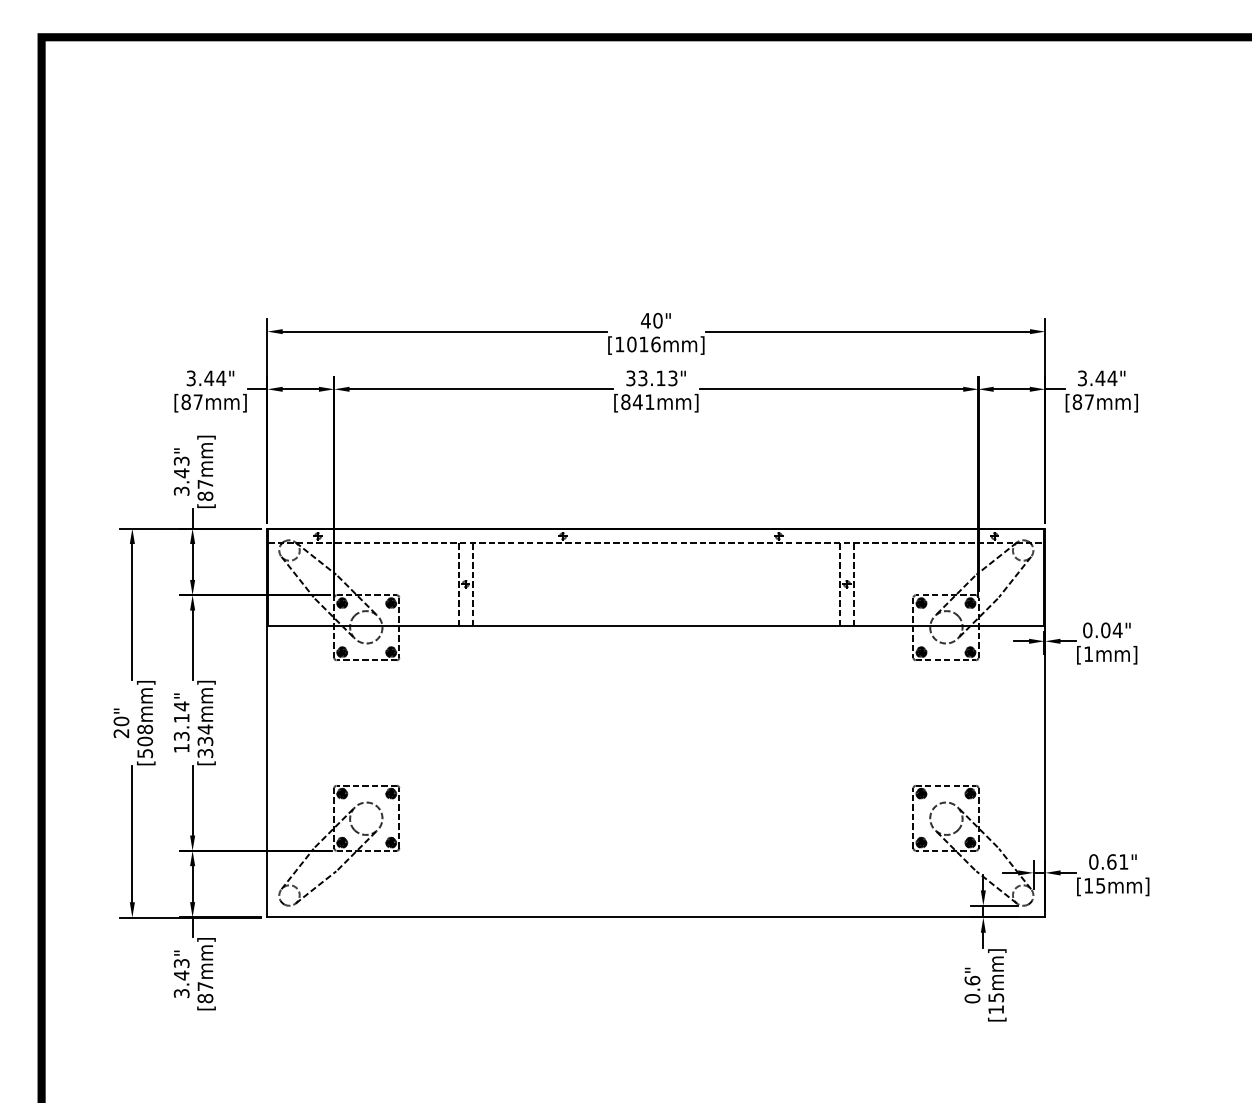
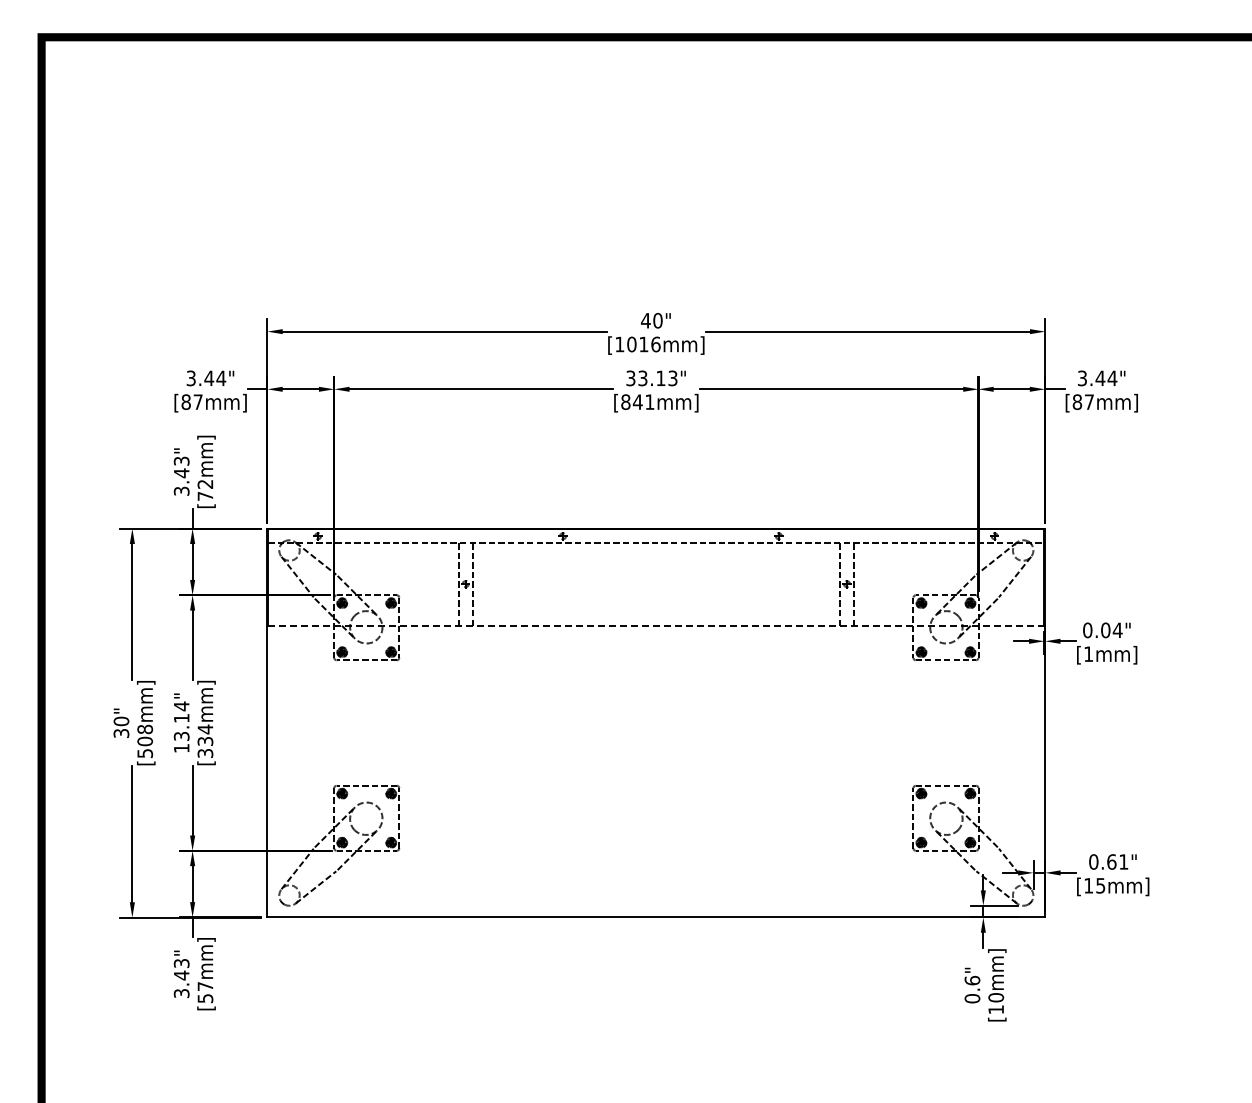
text at (205, 490): [87mm] -> [72mm]
line at (656, 625): solid -> dashed
text at (121, 733): 20" -> 30"
text at (996, 997): [15mm] -> [10mm]
text at (205, 998): [87mm] -> [57mm]
